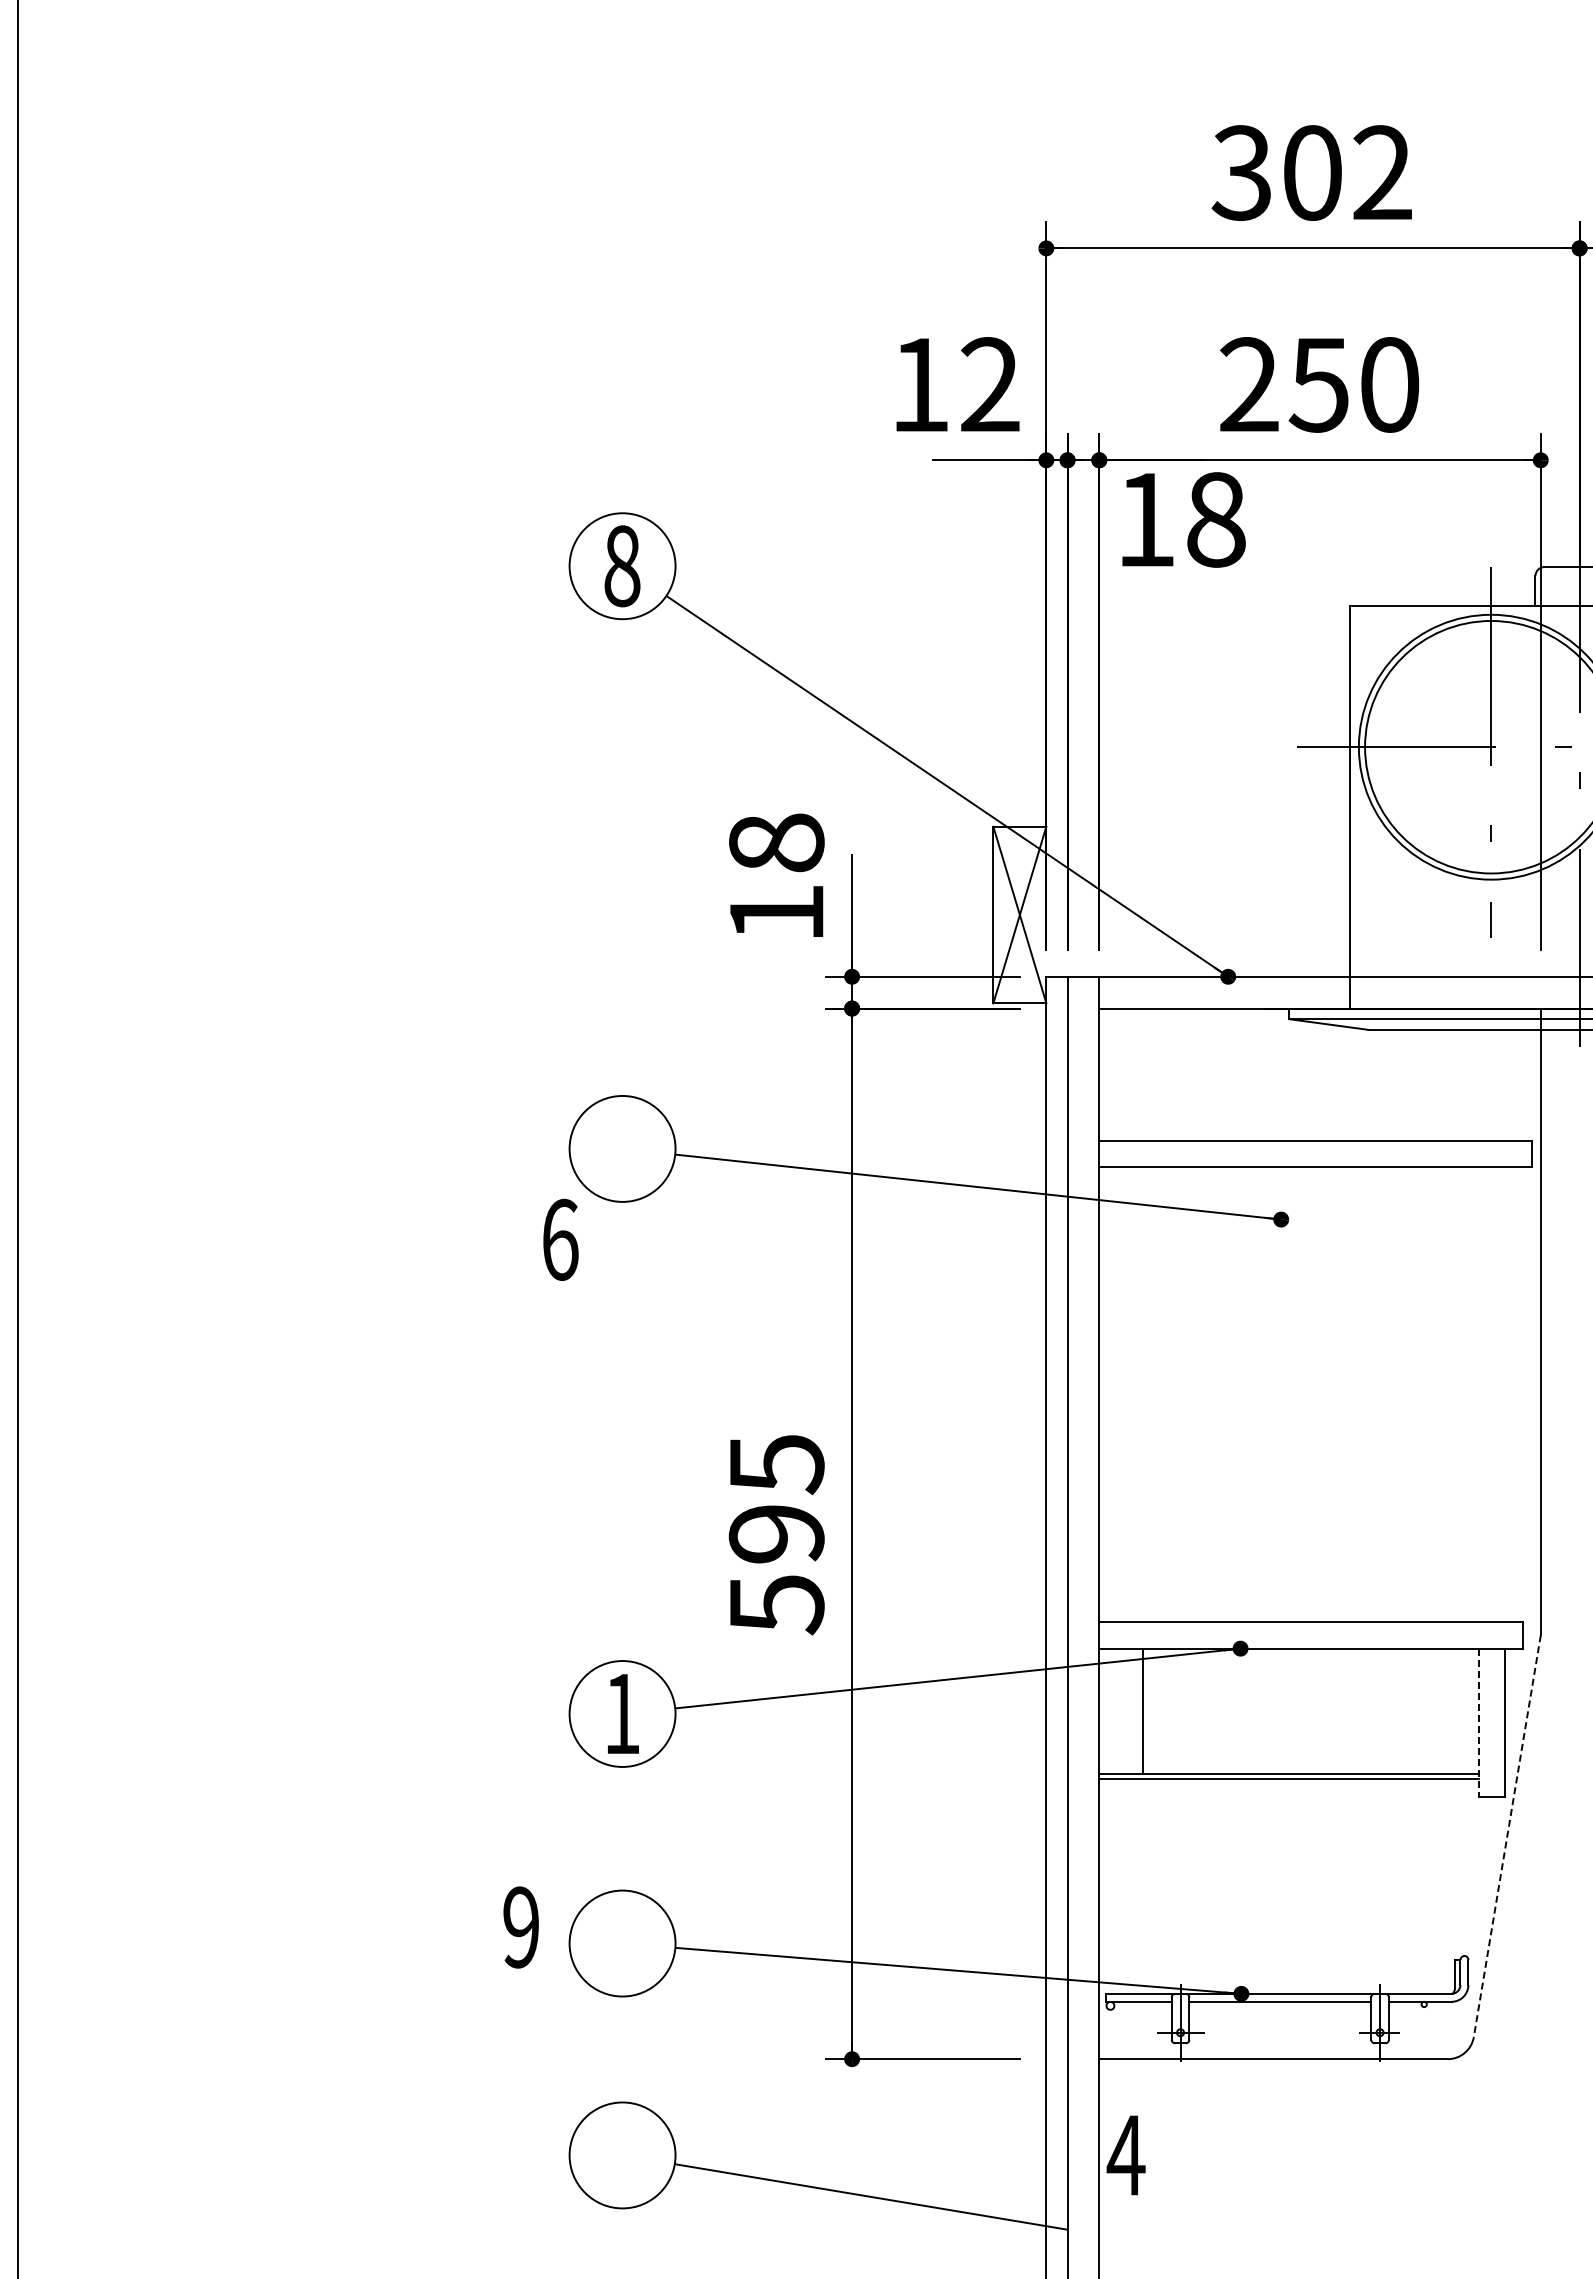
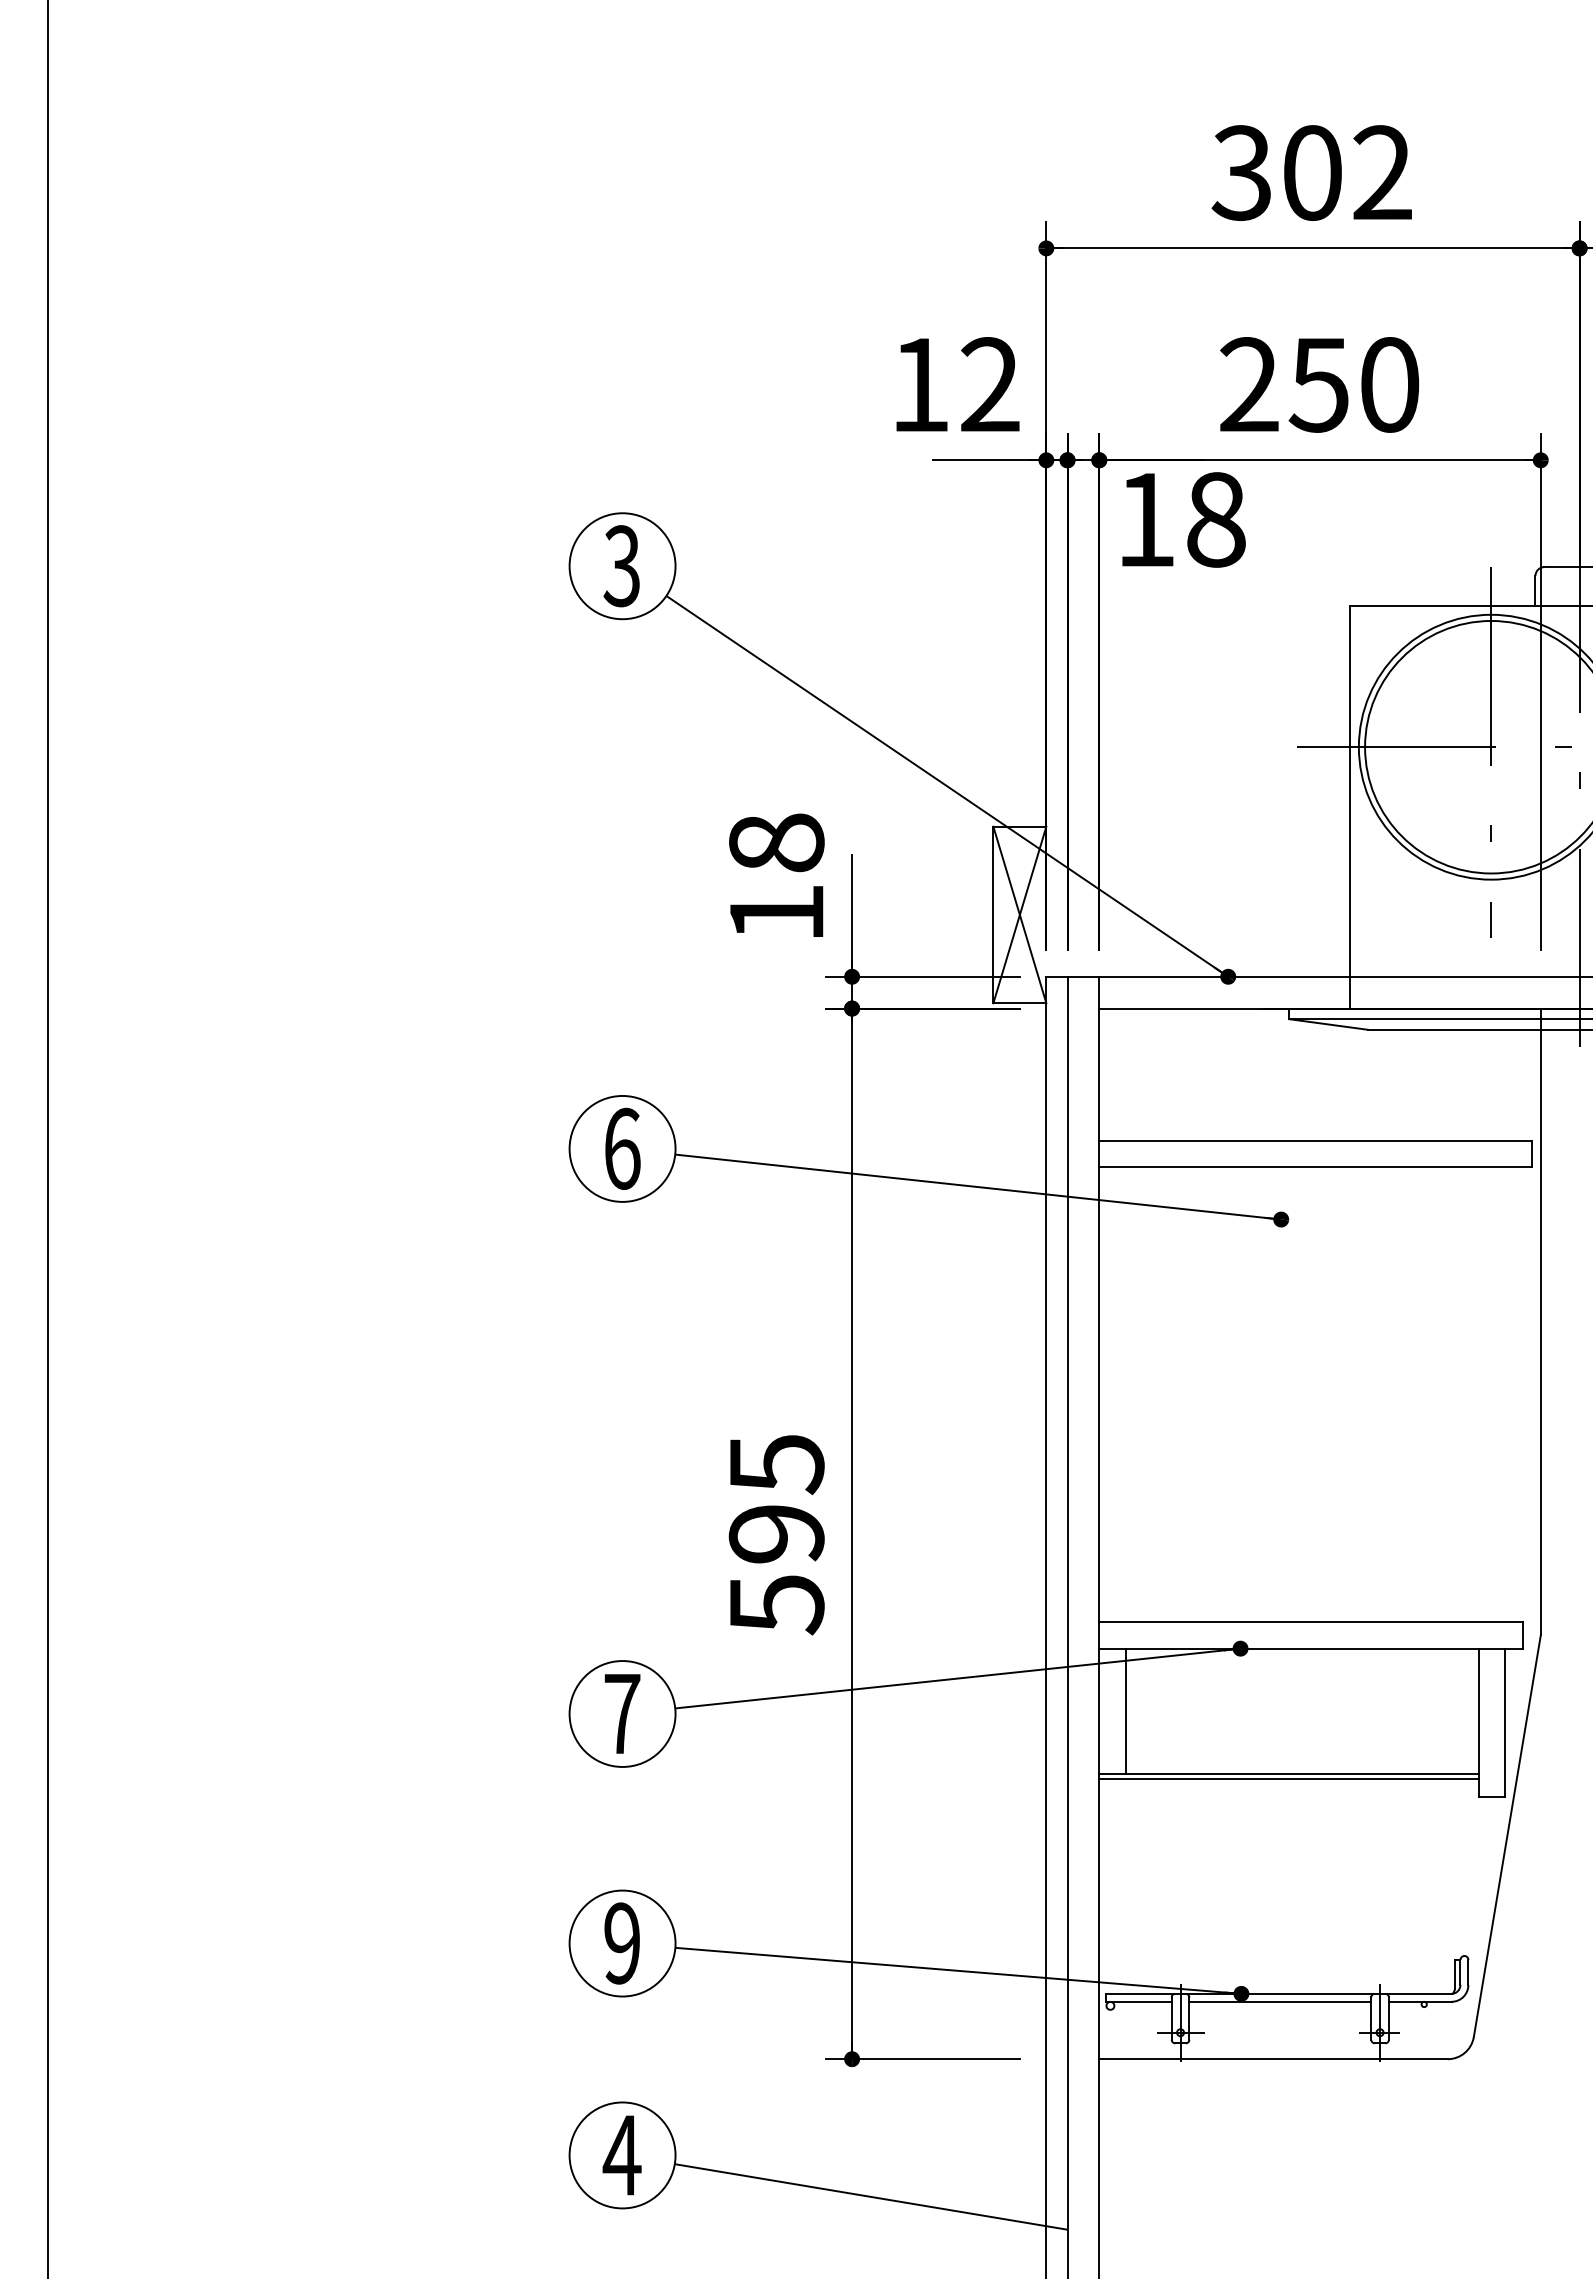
text at (621, 566): 8 -> 3
line at (17, 1138) position: (17, 1138) -> (47, 1138)
text at (560, 1239) position: (560, 1239) -> (622, 1148)
line at (1142, 1711) position: (1142, 1711) -> (1125, 1711)
text at (622, 1713): 1 -> 7
line at (1478, 1723): dashed -> solid
line at (1507, 1836): dashed -> solid
text at (520, 1927) position: (520, 1927) -> (621, 1943)
text at (1125, 2155) position: (1125, 2155) -> (621, 2155)
